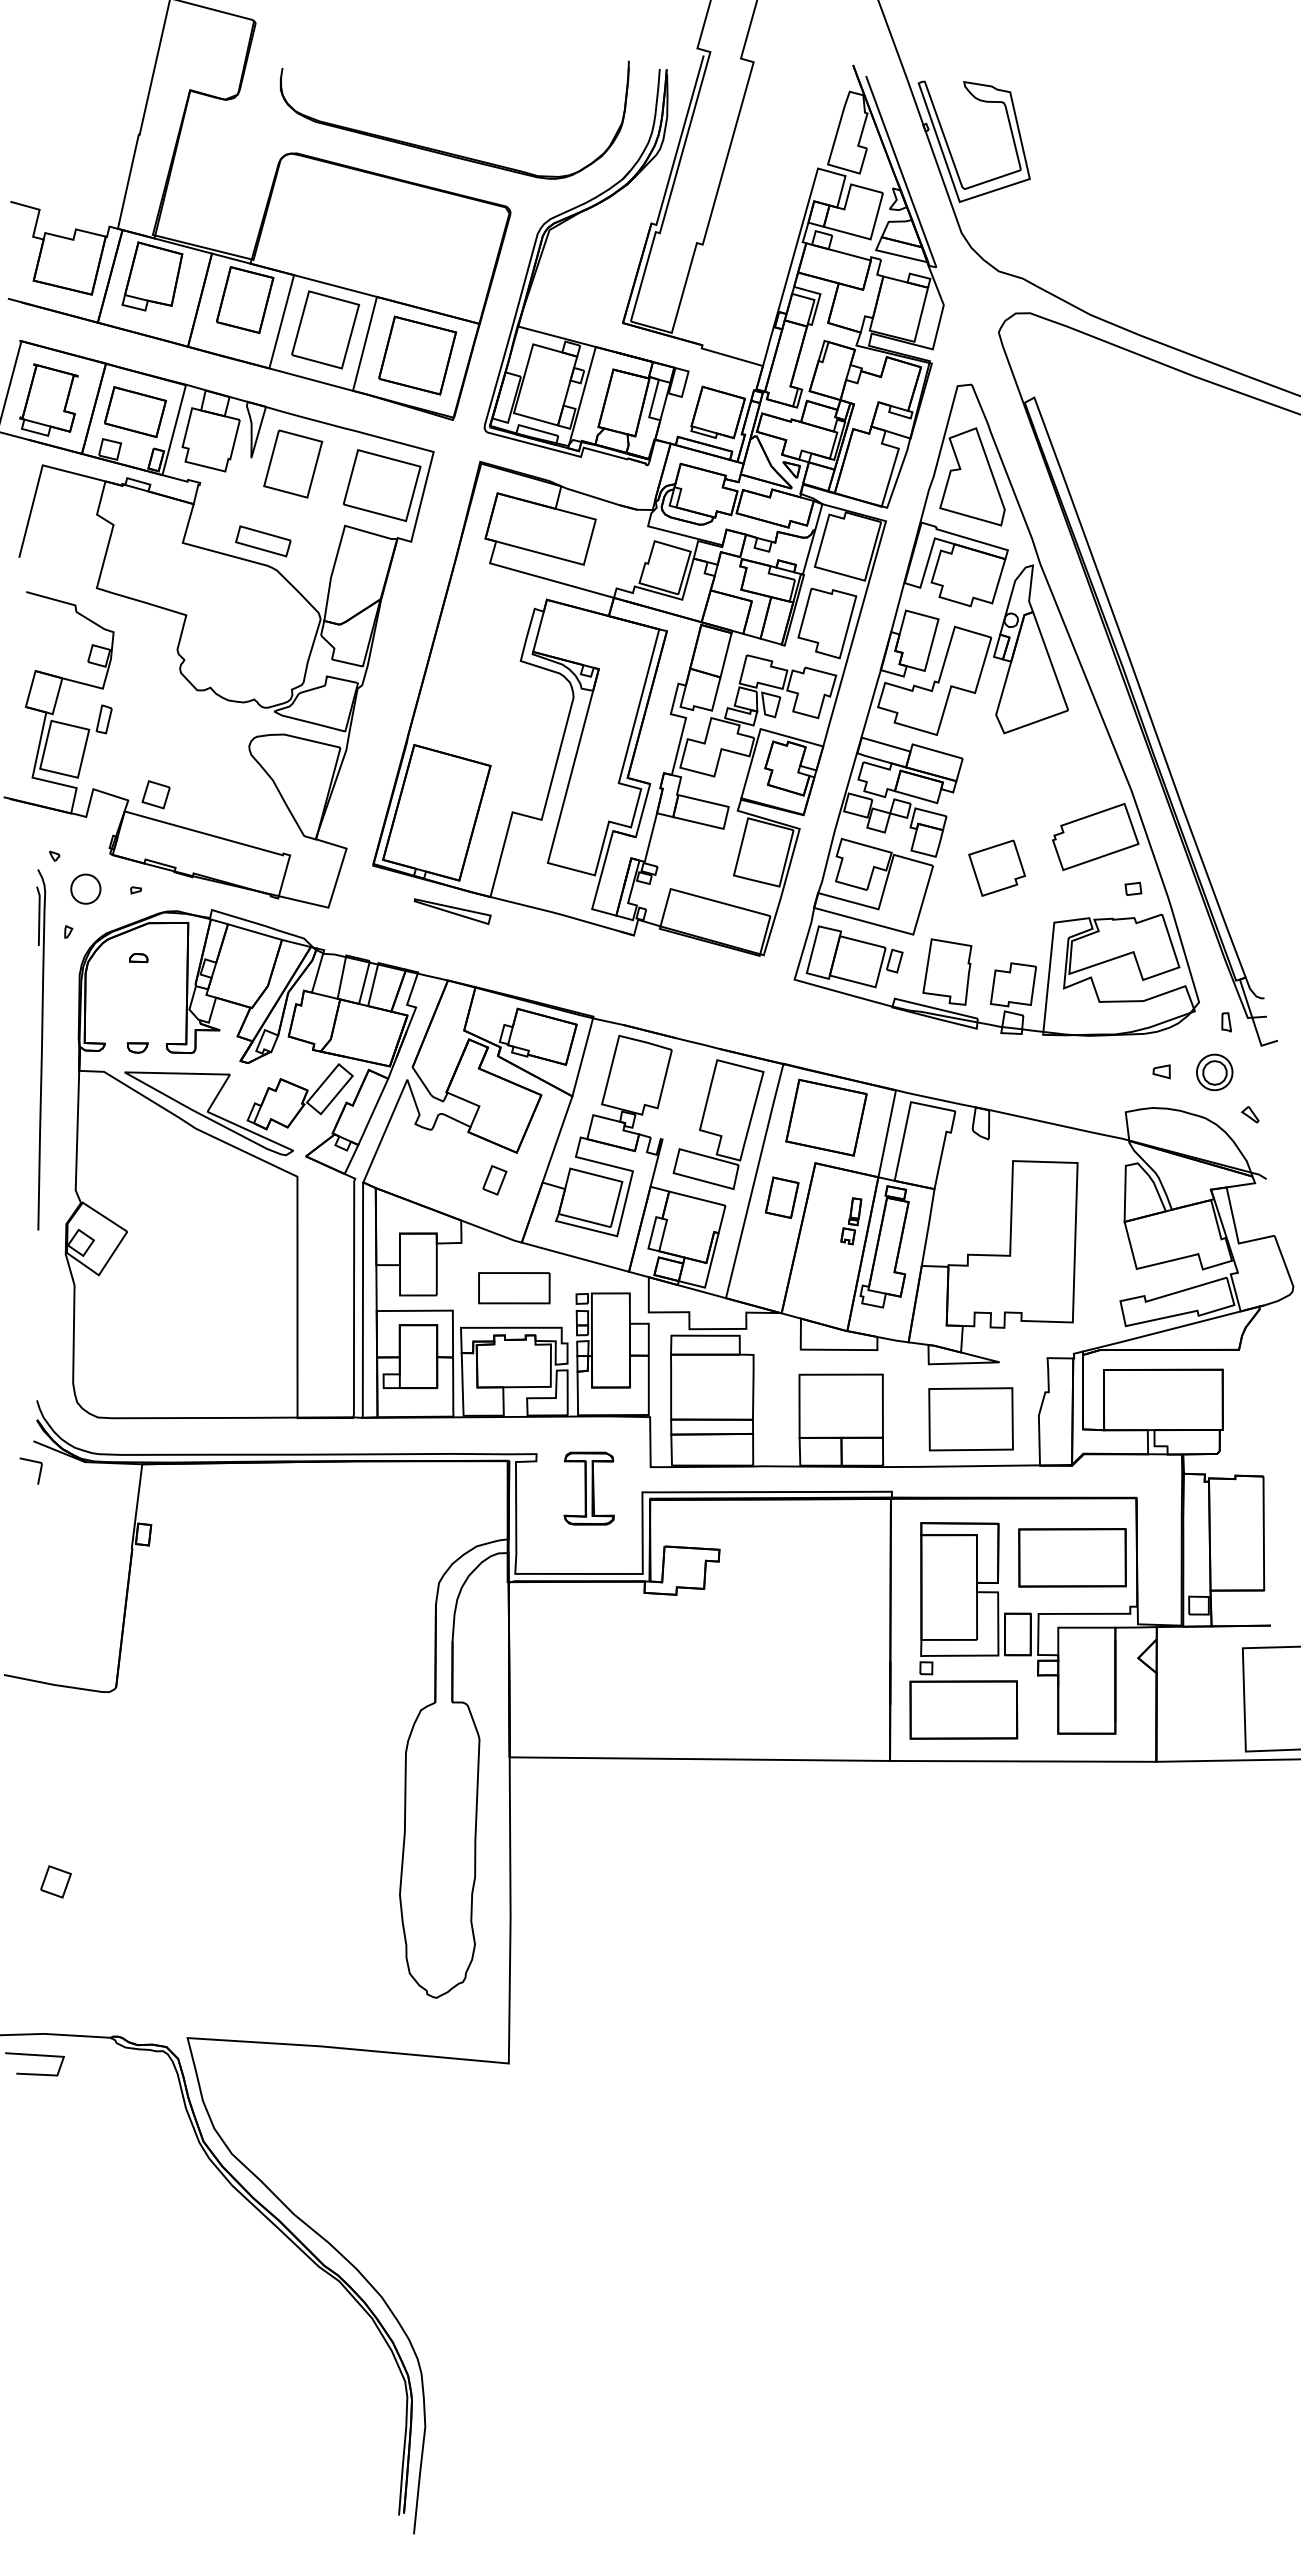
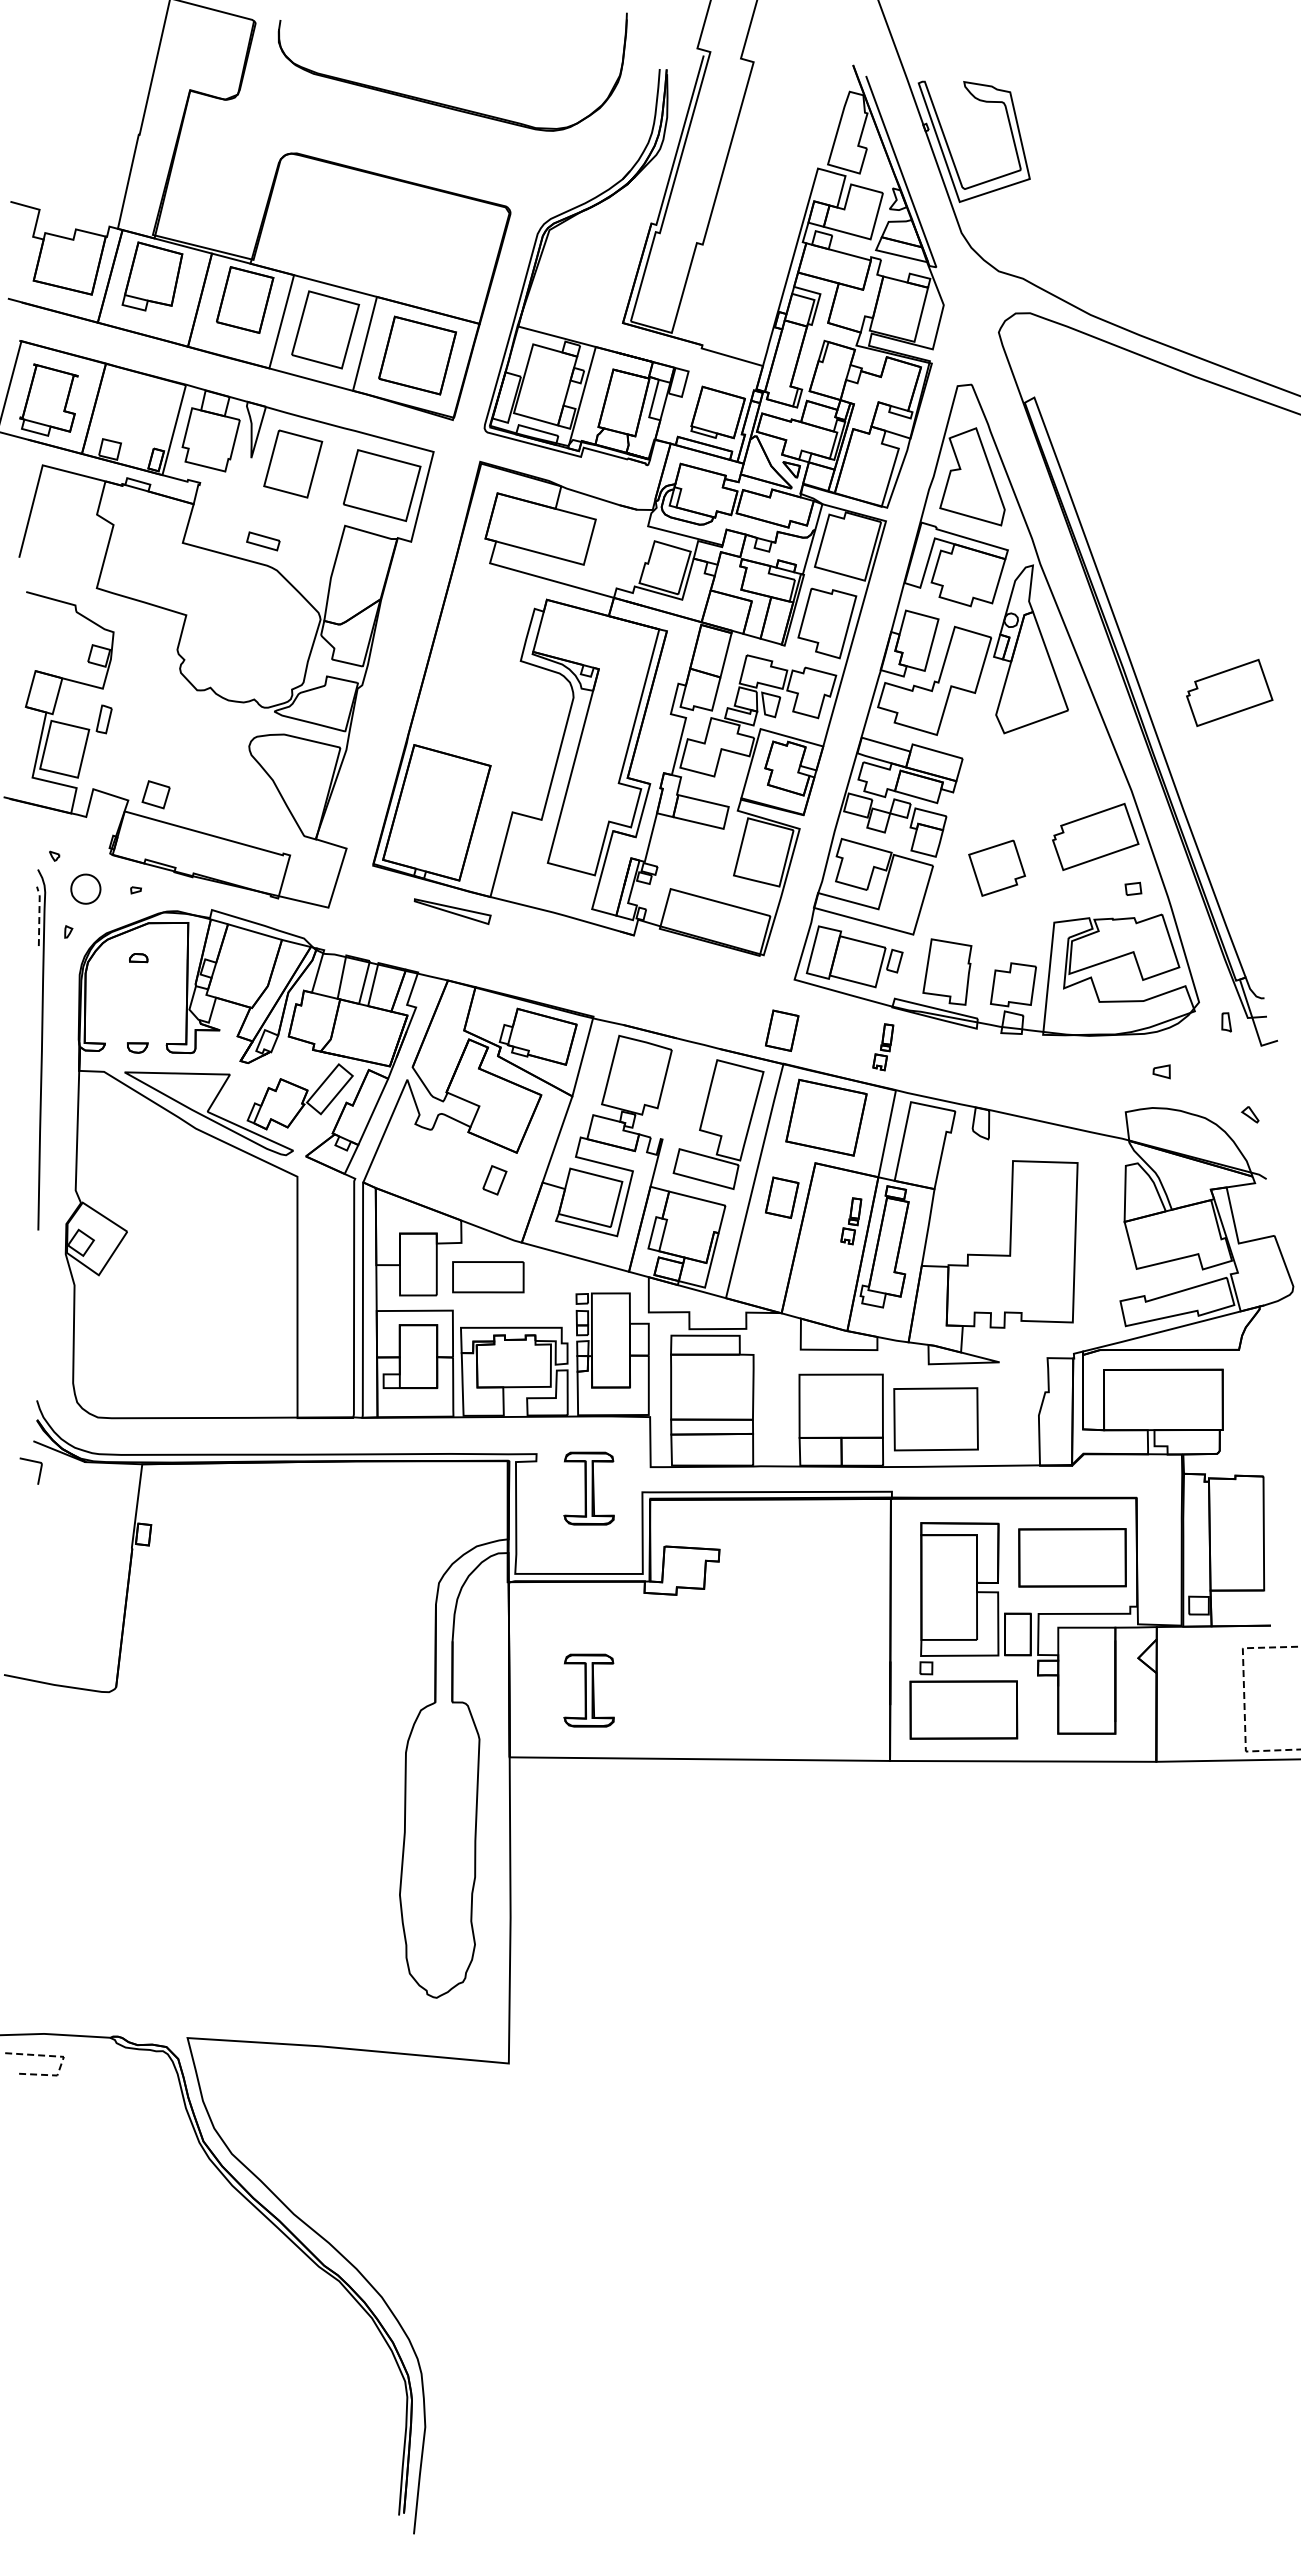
part at (445, 151) position: (445, 151) -> (443, 103)
part at (135, 412): present -> none
part at (263, 541) size: 57x33 px -> 35x21 px
part at (1229, 692): none -> present
line at (39, 915): solid -> dashed
part at (782, 1030): none -> present
part at (883, 1047): none -> present
part at (1214, 1072): present -> none
part at (514, 1288) position: (514, 1288) -> (488, 1277)
part at (970, 1419) position: (970, 1419) -> (935, 1419)
part at (588, 1690): none -> present
line at (1244, 1698): solid -> dashed
part at (55, 1881): present -> none
line at (63, 2058): solid -> dashed
